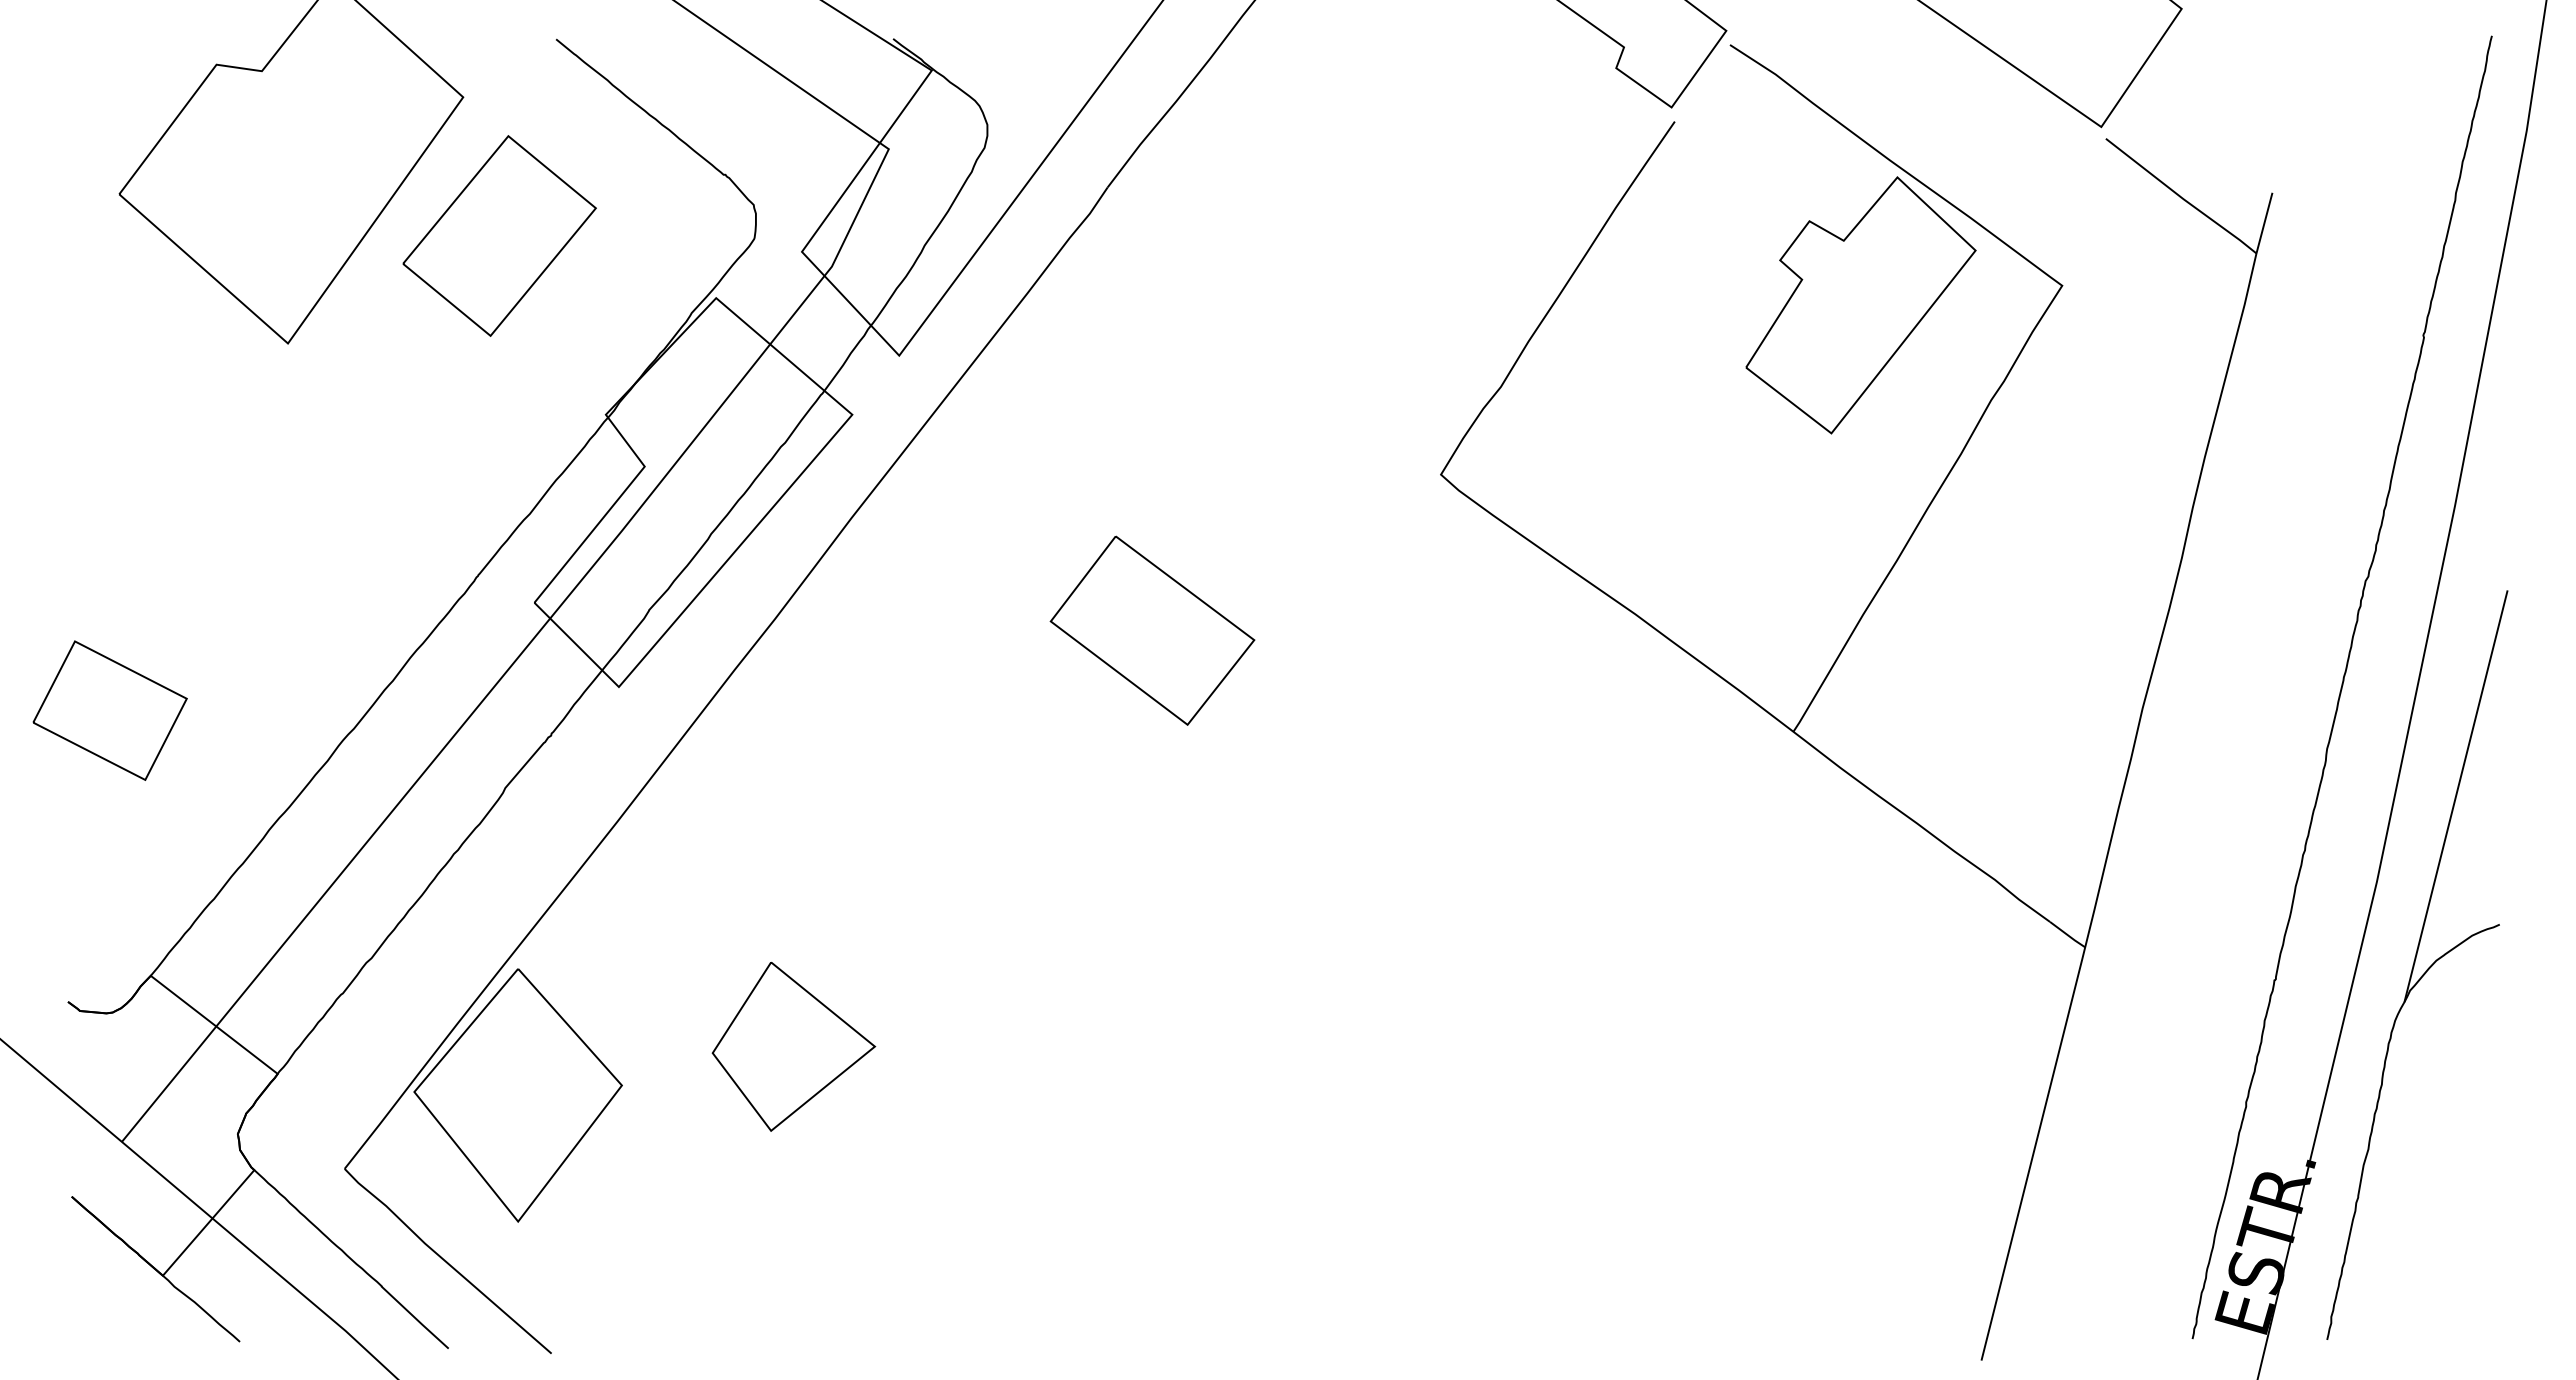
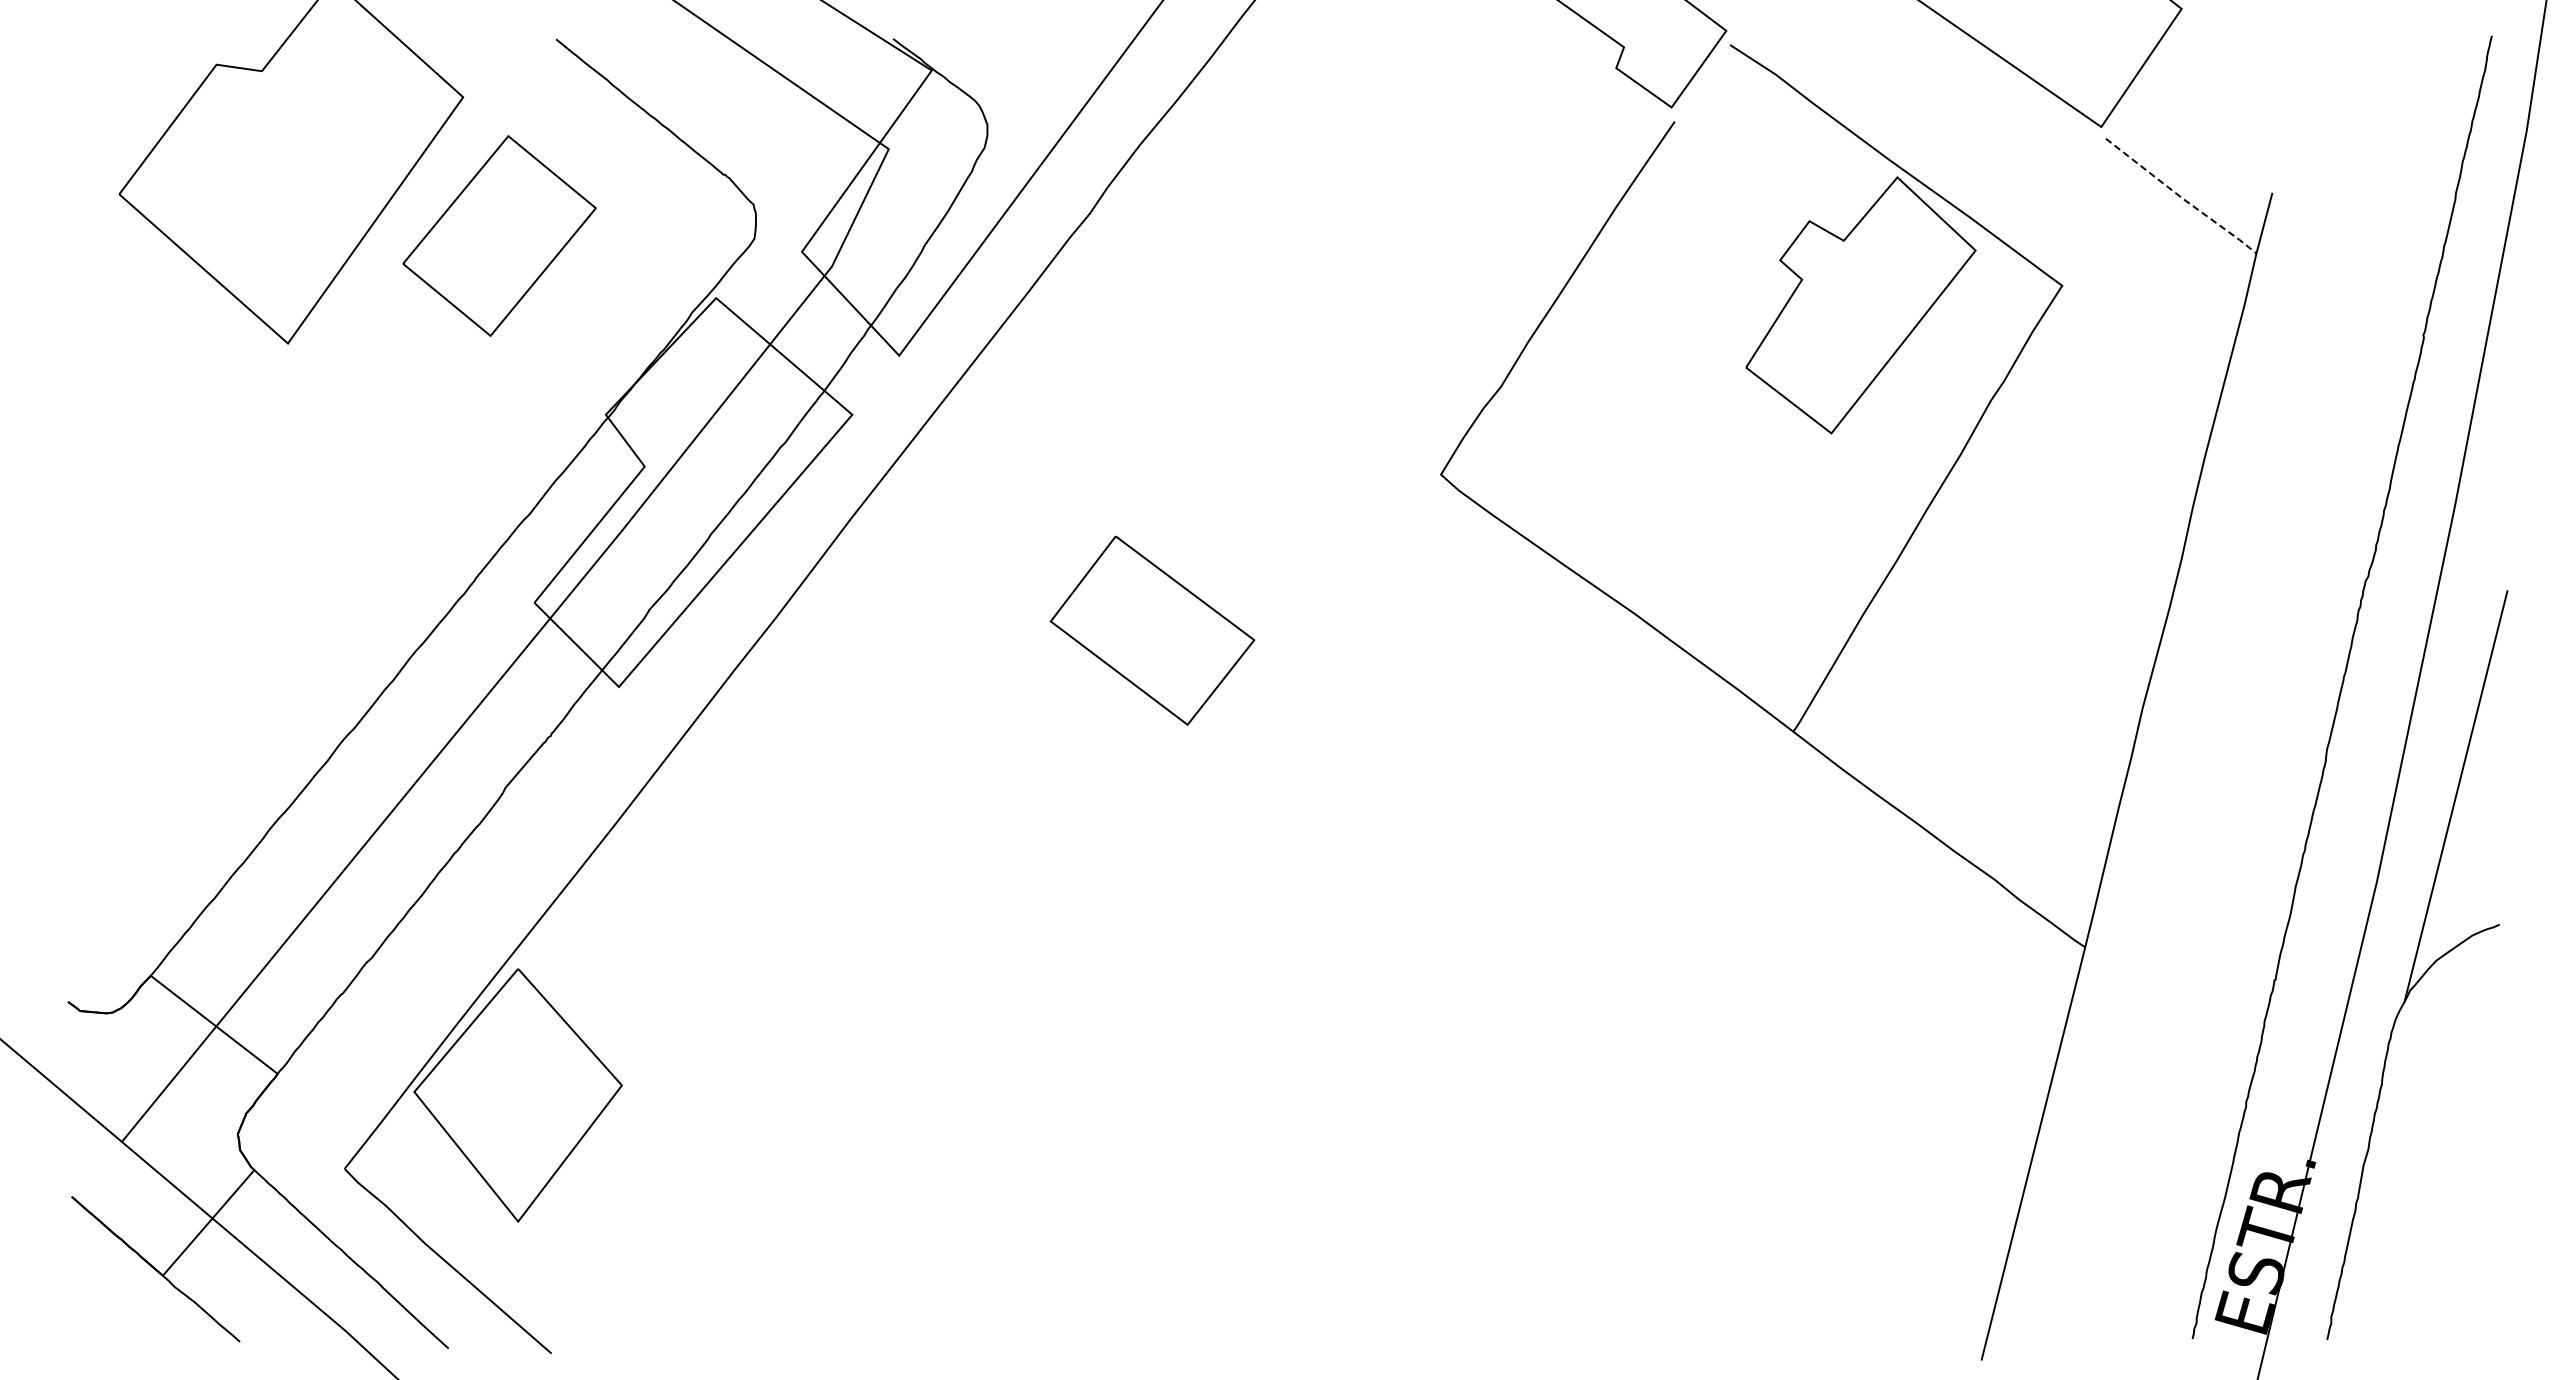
line at (2181, 197): solid -> dashed
part at (109, 710): present -> none
part at (793, 1046): present -> none
